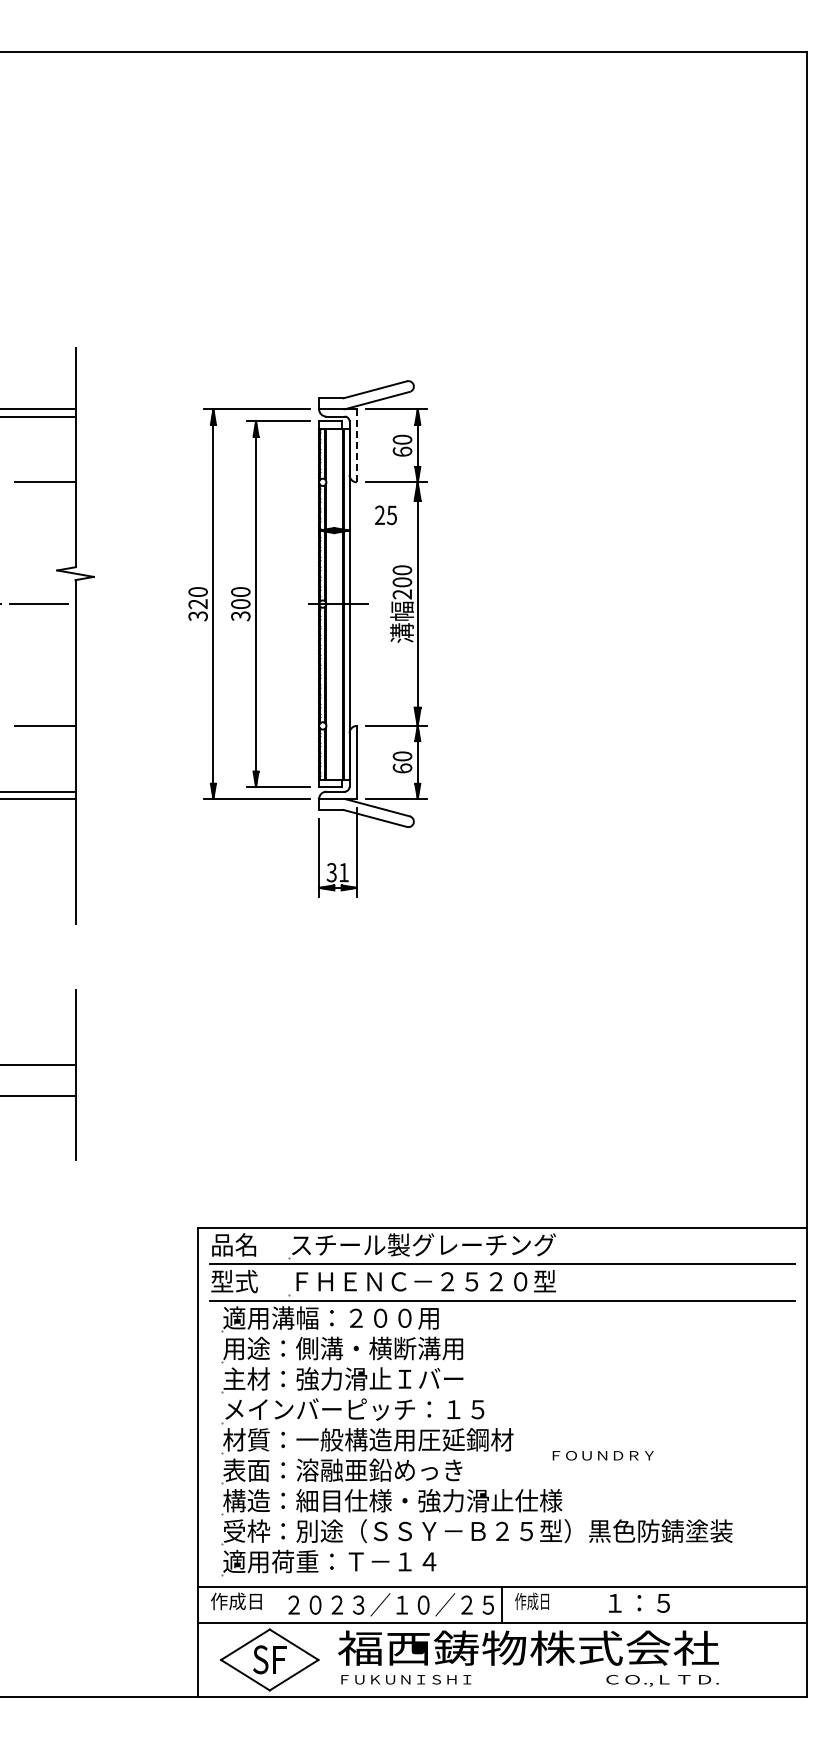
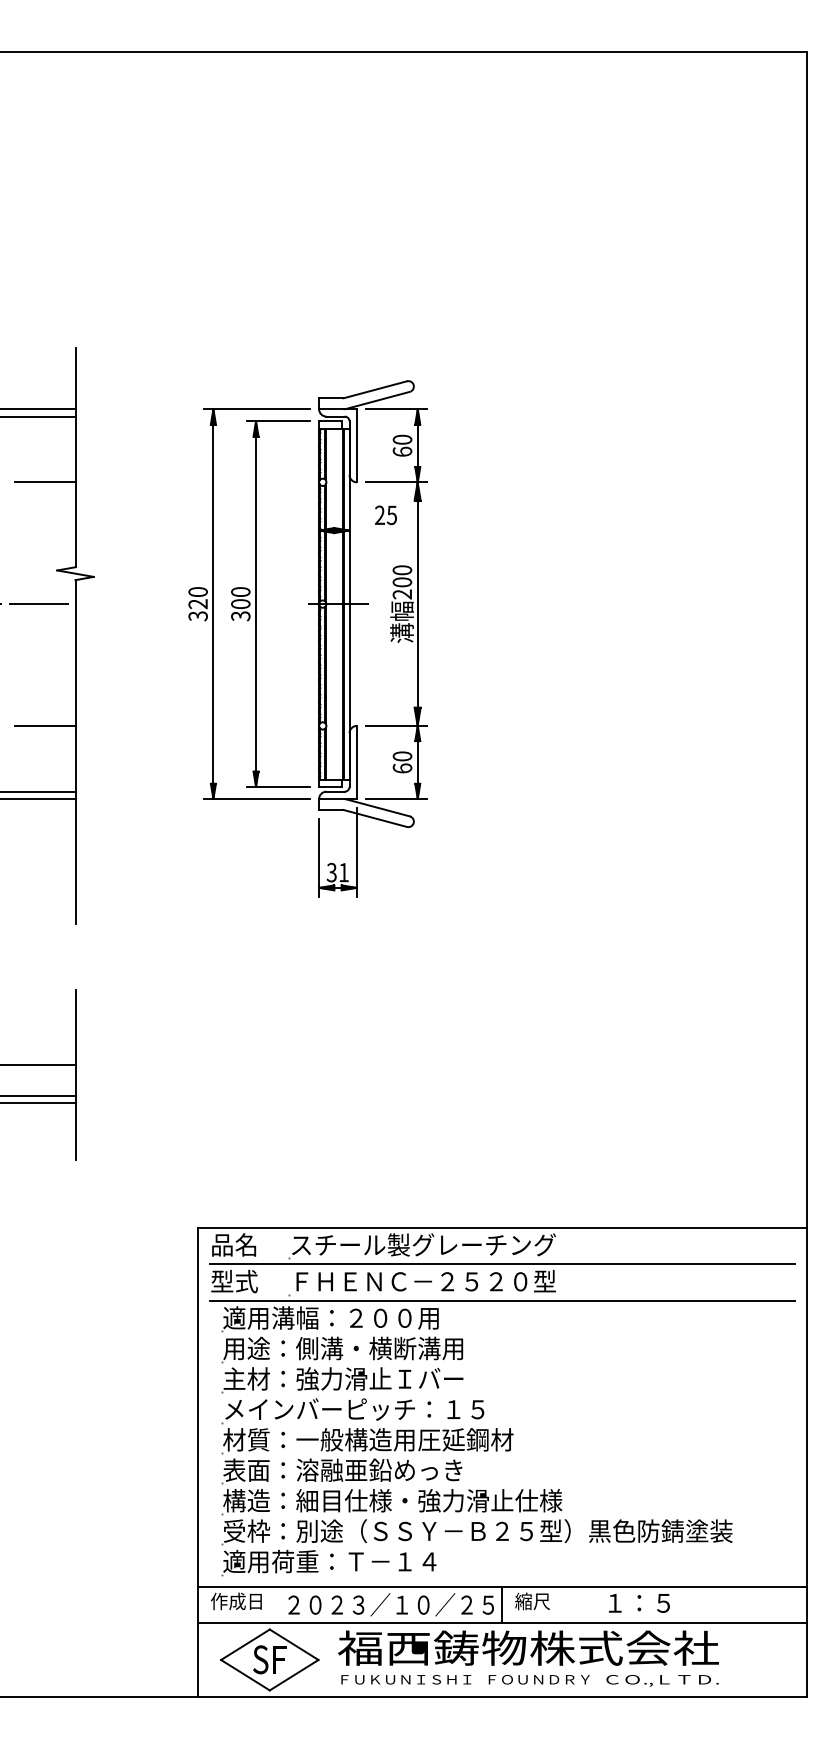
line at (356, 445): dashed -> solid
line at (38, 1102): none -> present
text at (602, 1455) position: (602, 1455) -> (538, 1679)
text at (532, 1601): 作成日 -> 縮尺
